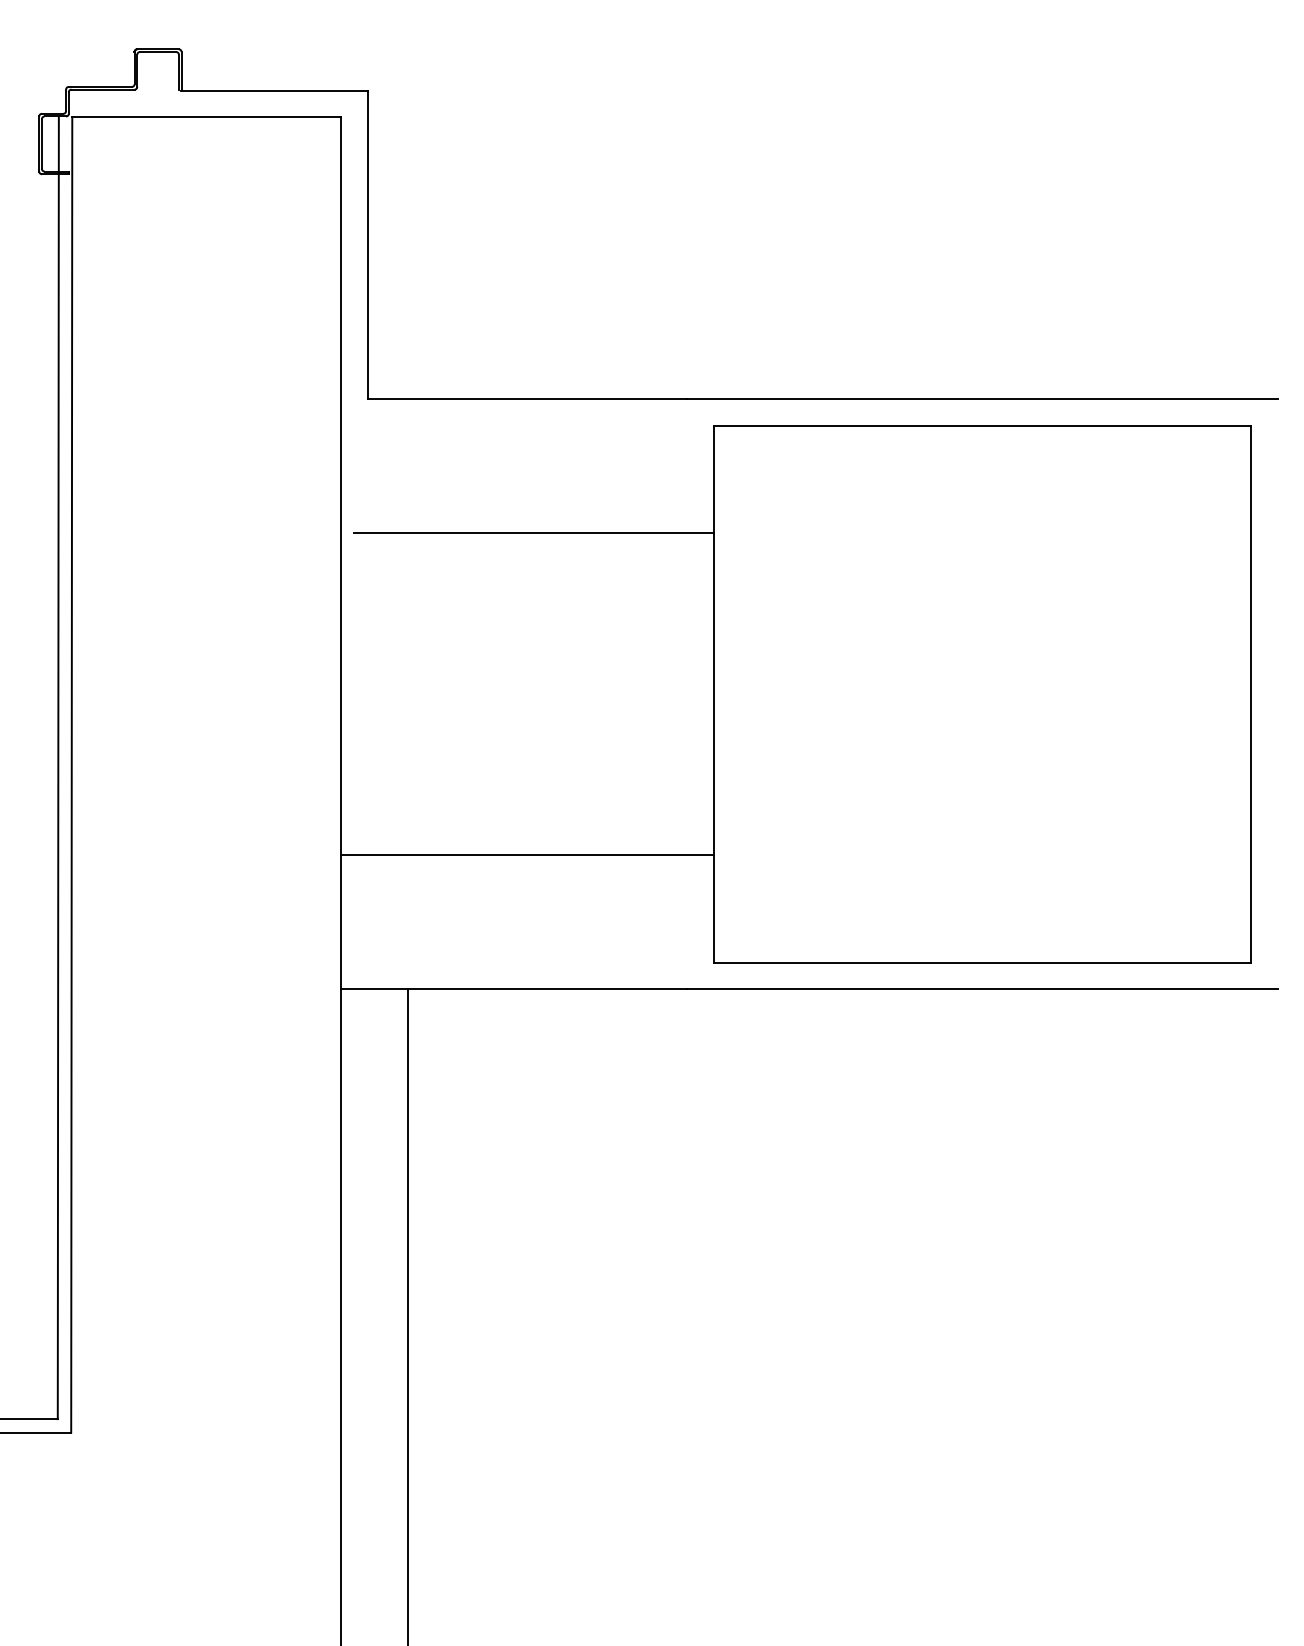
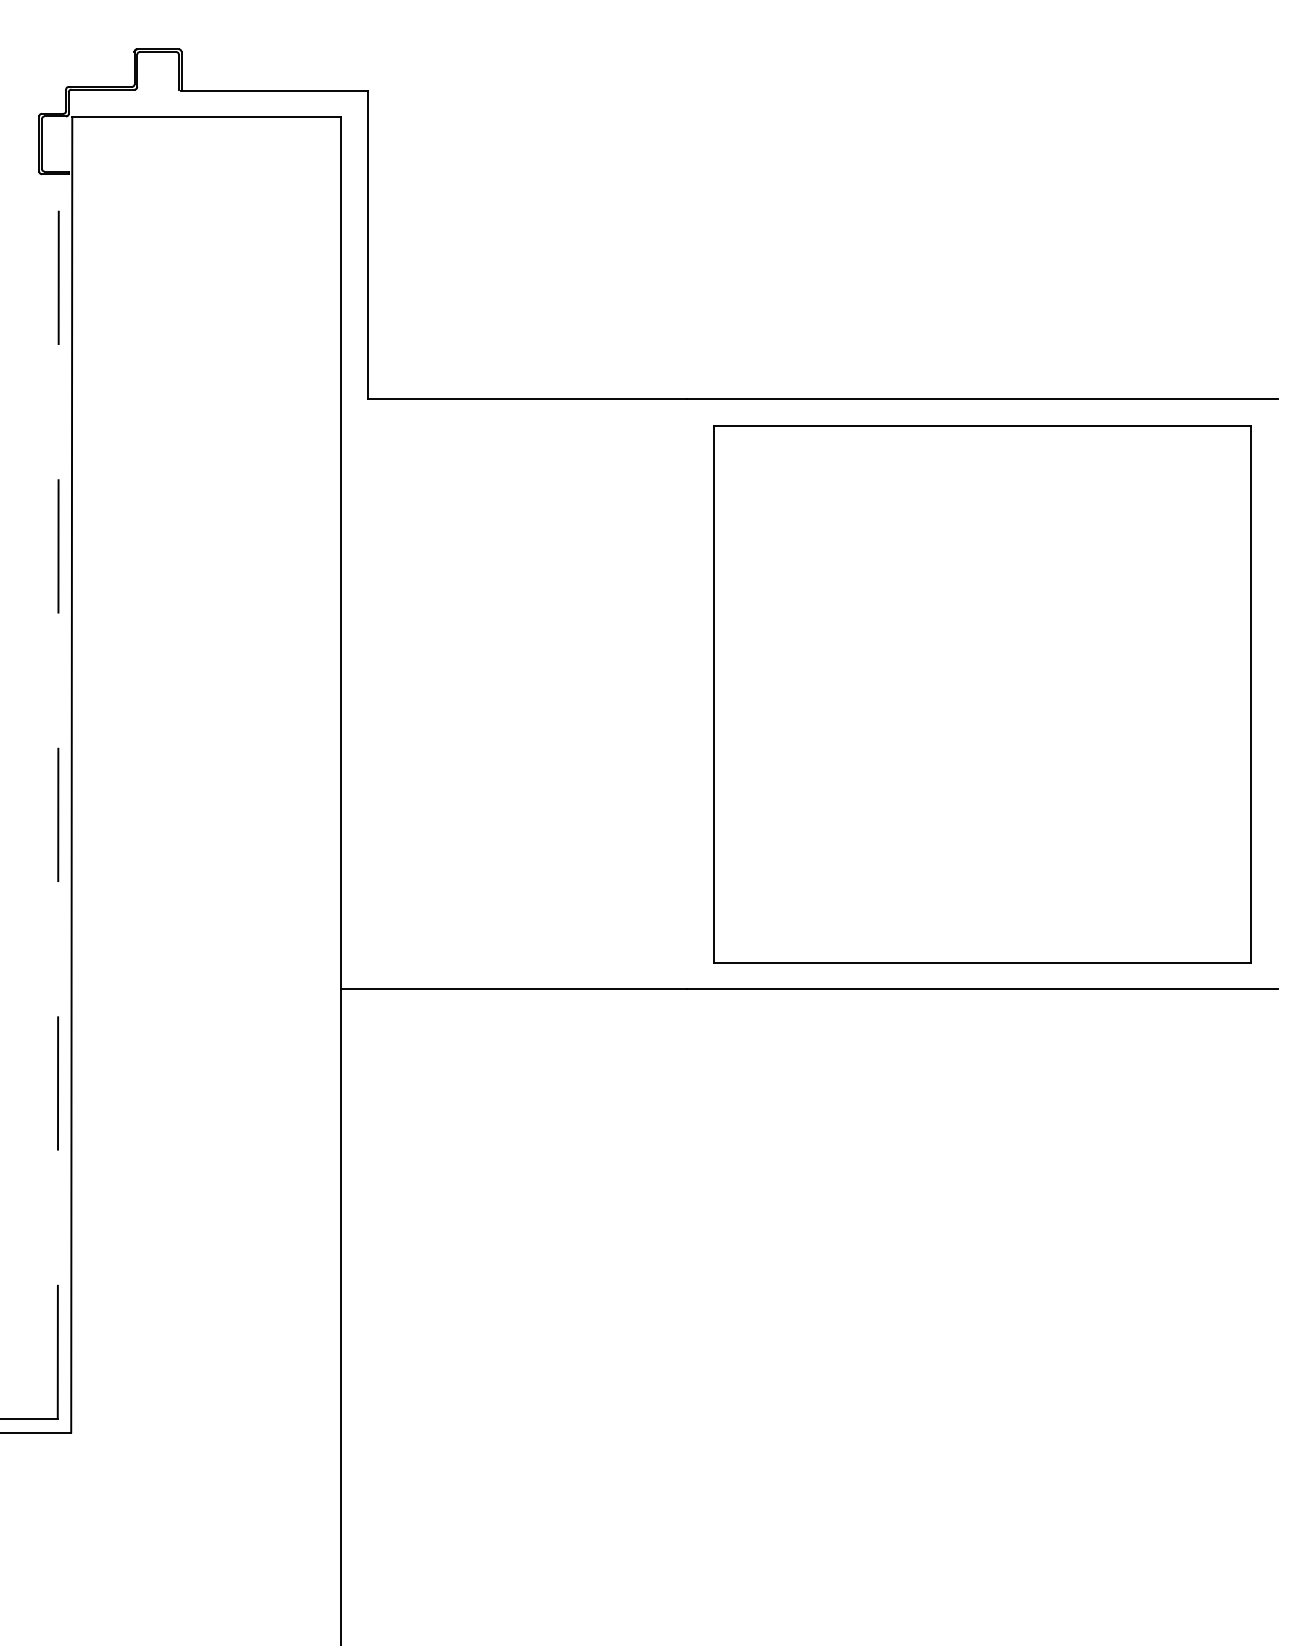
line at (534, 532): present -> none
line at (58, 768): solid -> dashed
line at (527, 855): present -> none
line at (407, 1315): present -> none
